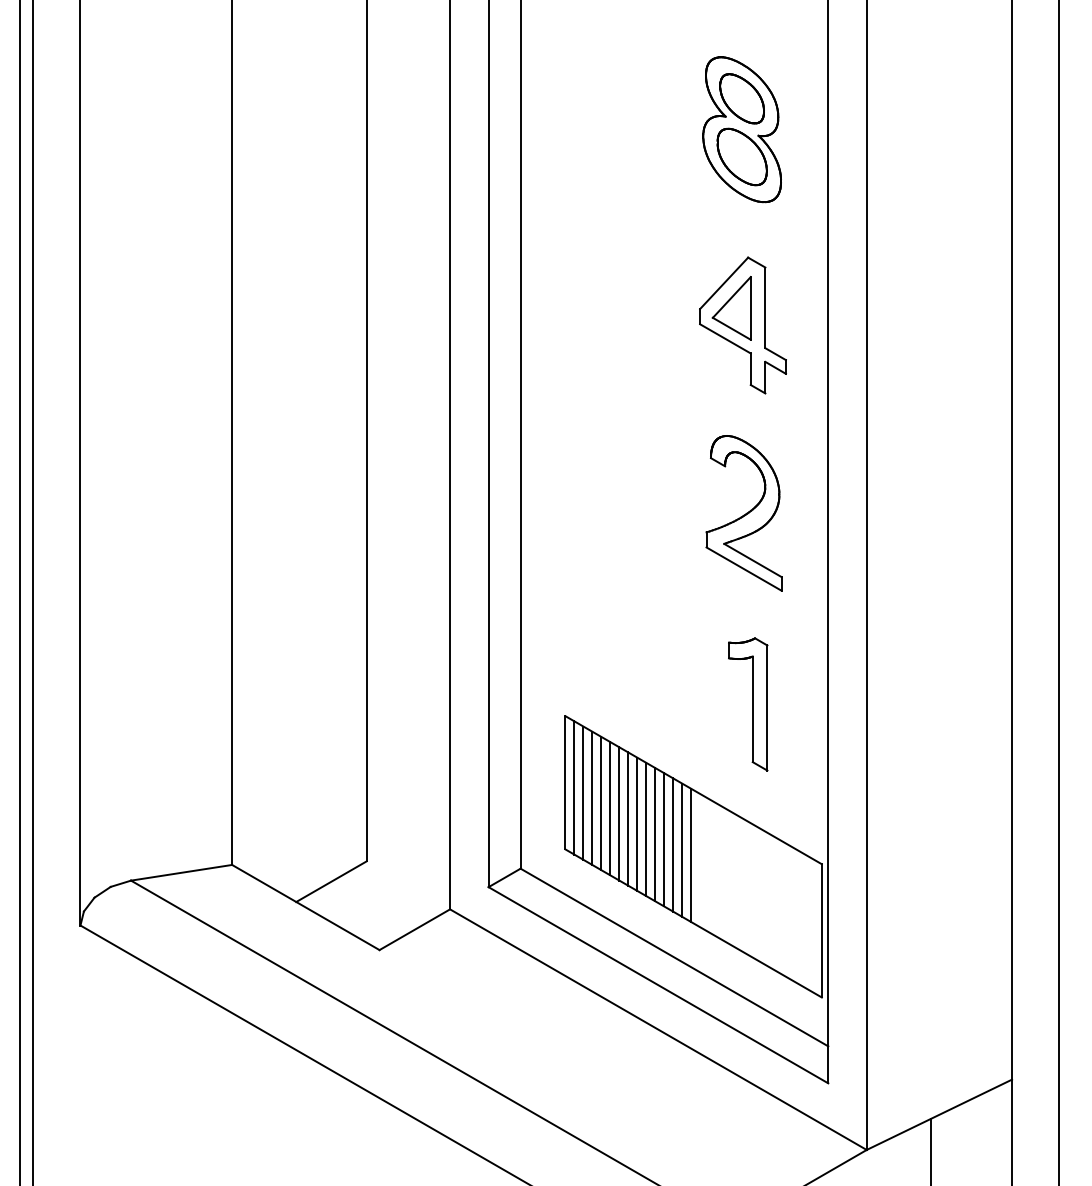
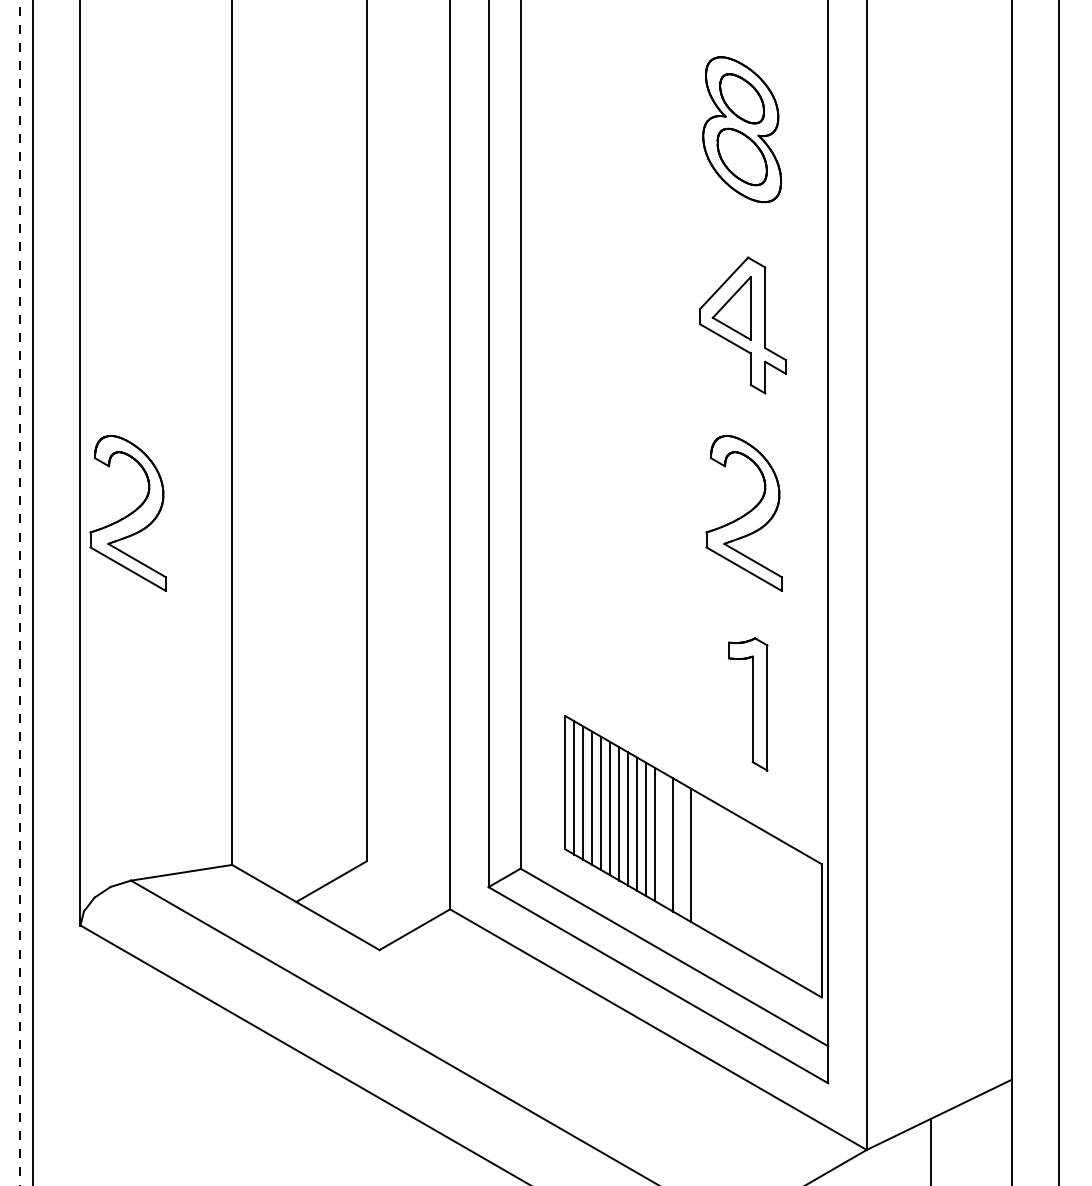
part at (127, 513): none -> present
line at (19, 593): solid -> dashed
line at (664, 839): present -> none
line at (682, 849): present -> none
